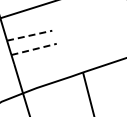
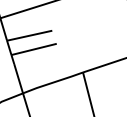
line at (30, 35): dashed -> solid
line at (34, 49): dashed -> solid
